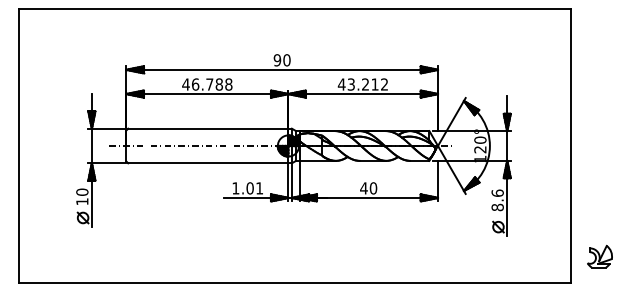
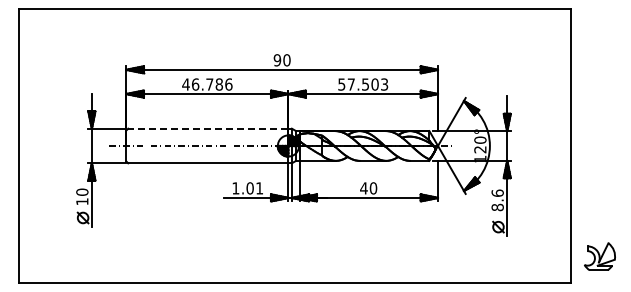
text at (228, 84): 46.788 -> 46.786
text at (362, 84): 43.212 -> 57.503
line at (207, 128): solid -> dashed
part at (599, 256) size: 26x25 px -> 32x29 px
